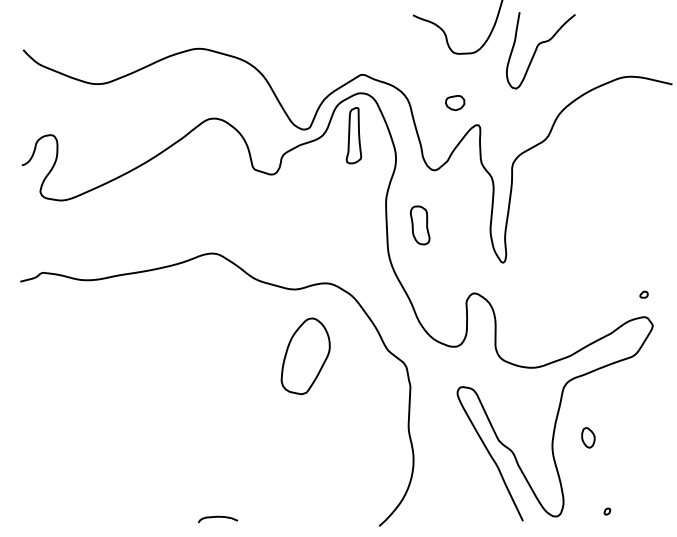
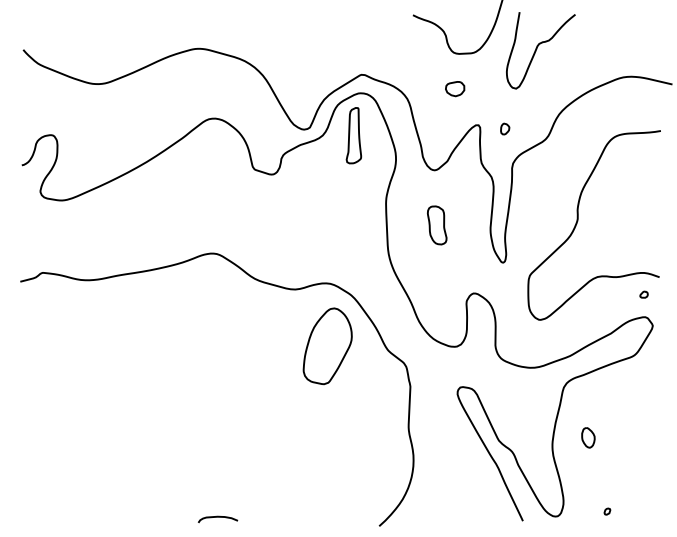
part at (455, 103) position: (455, 103) -> (455, 89)
part at (505, 128): none -> present
curve at (578, 221): none -> present
part at (420, 225) position: (420, 225) -> (437, 225)
part at (305, 356) position: (305, 356) -> (327, 346)
